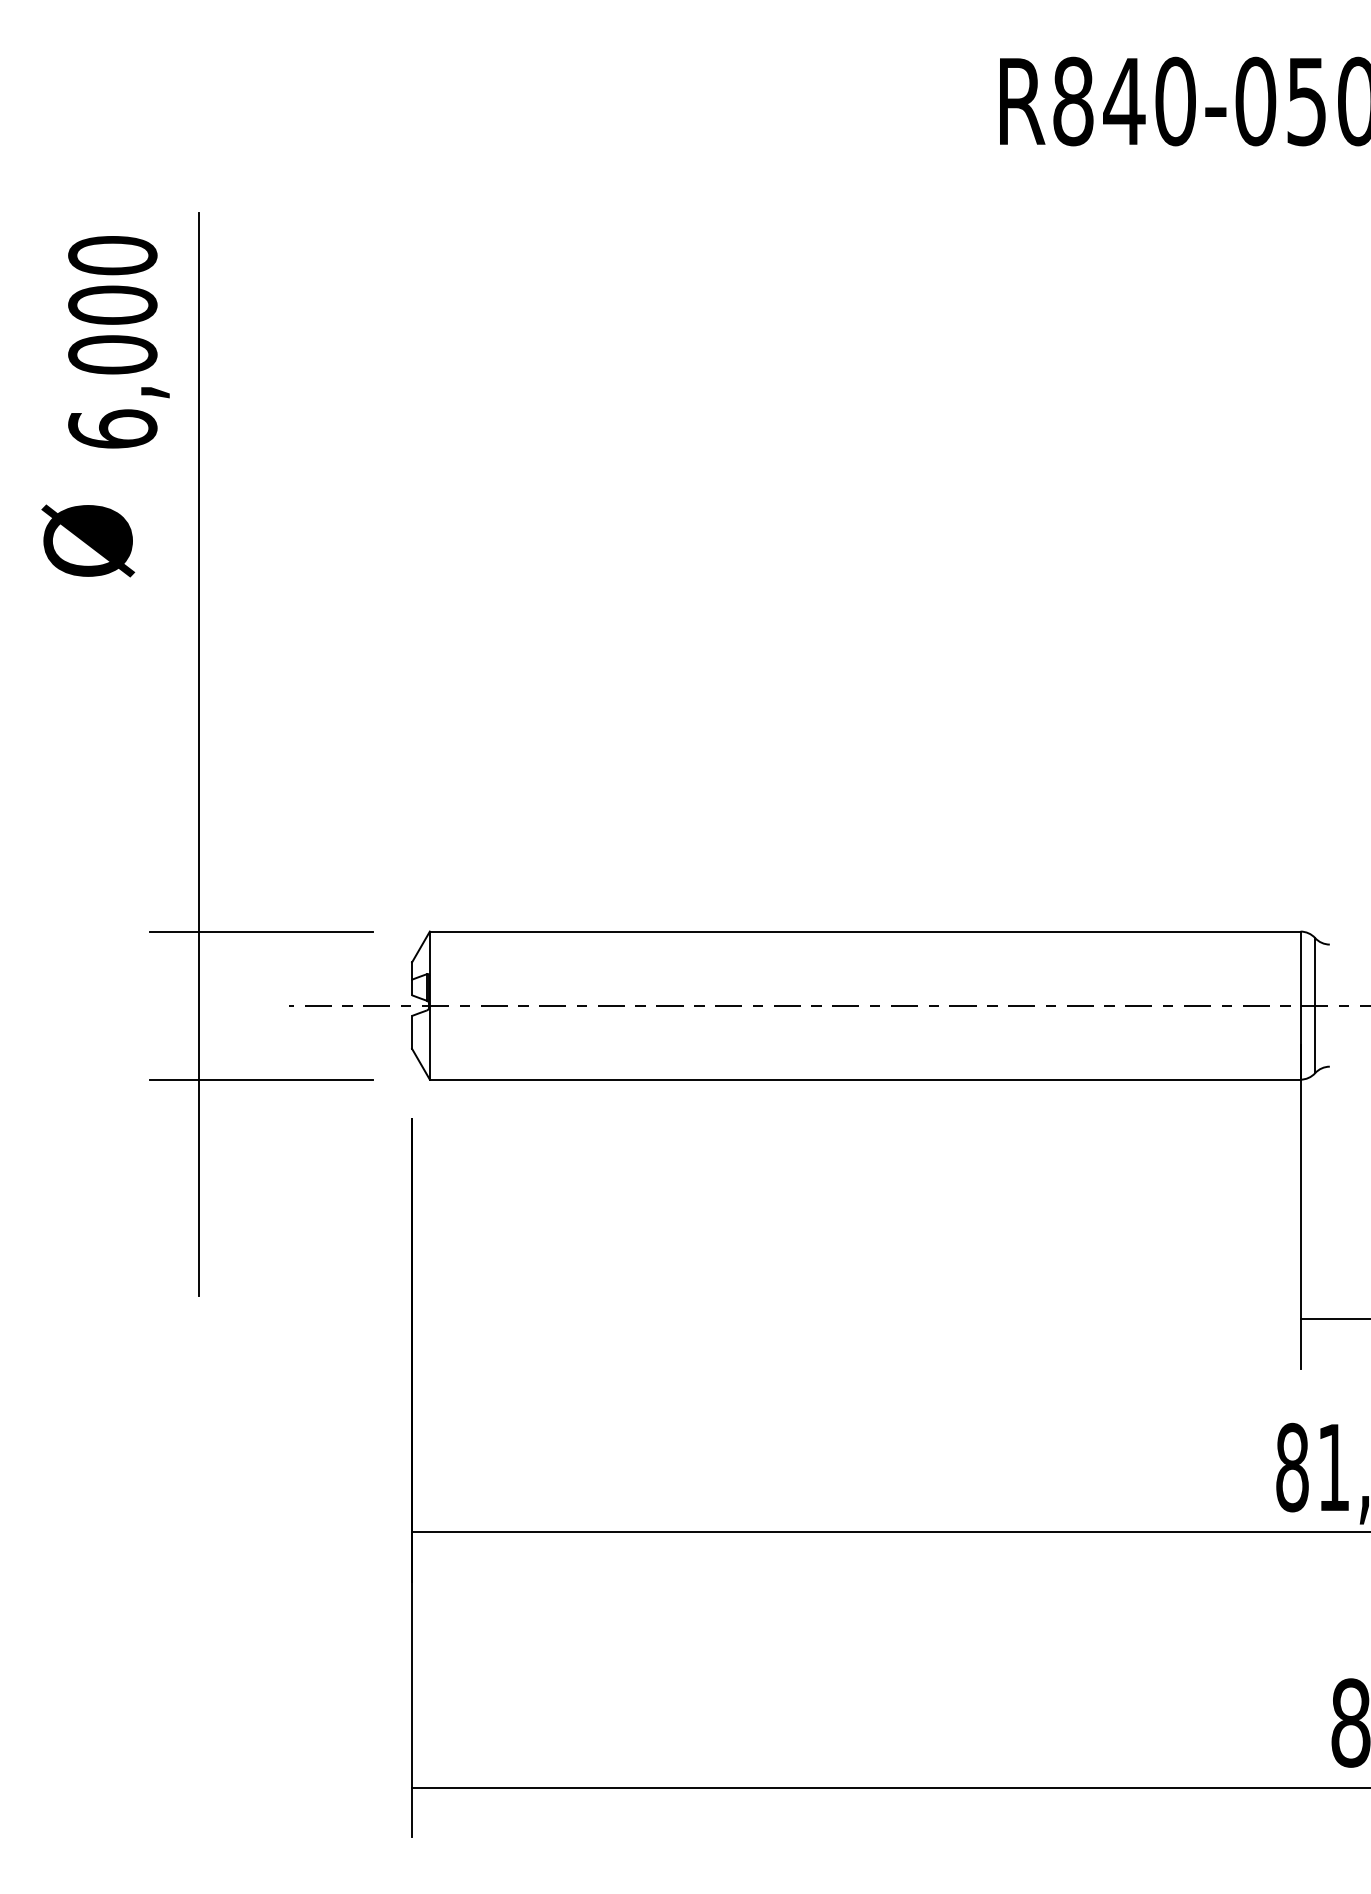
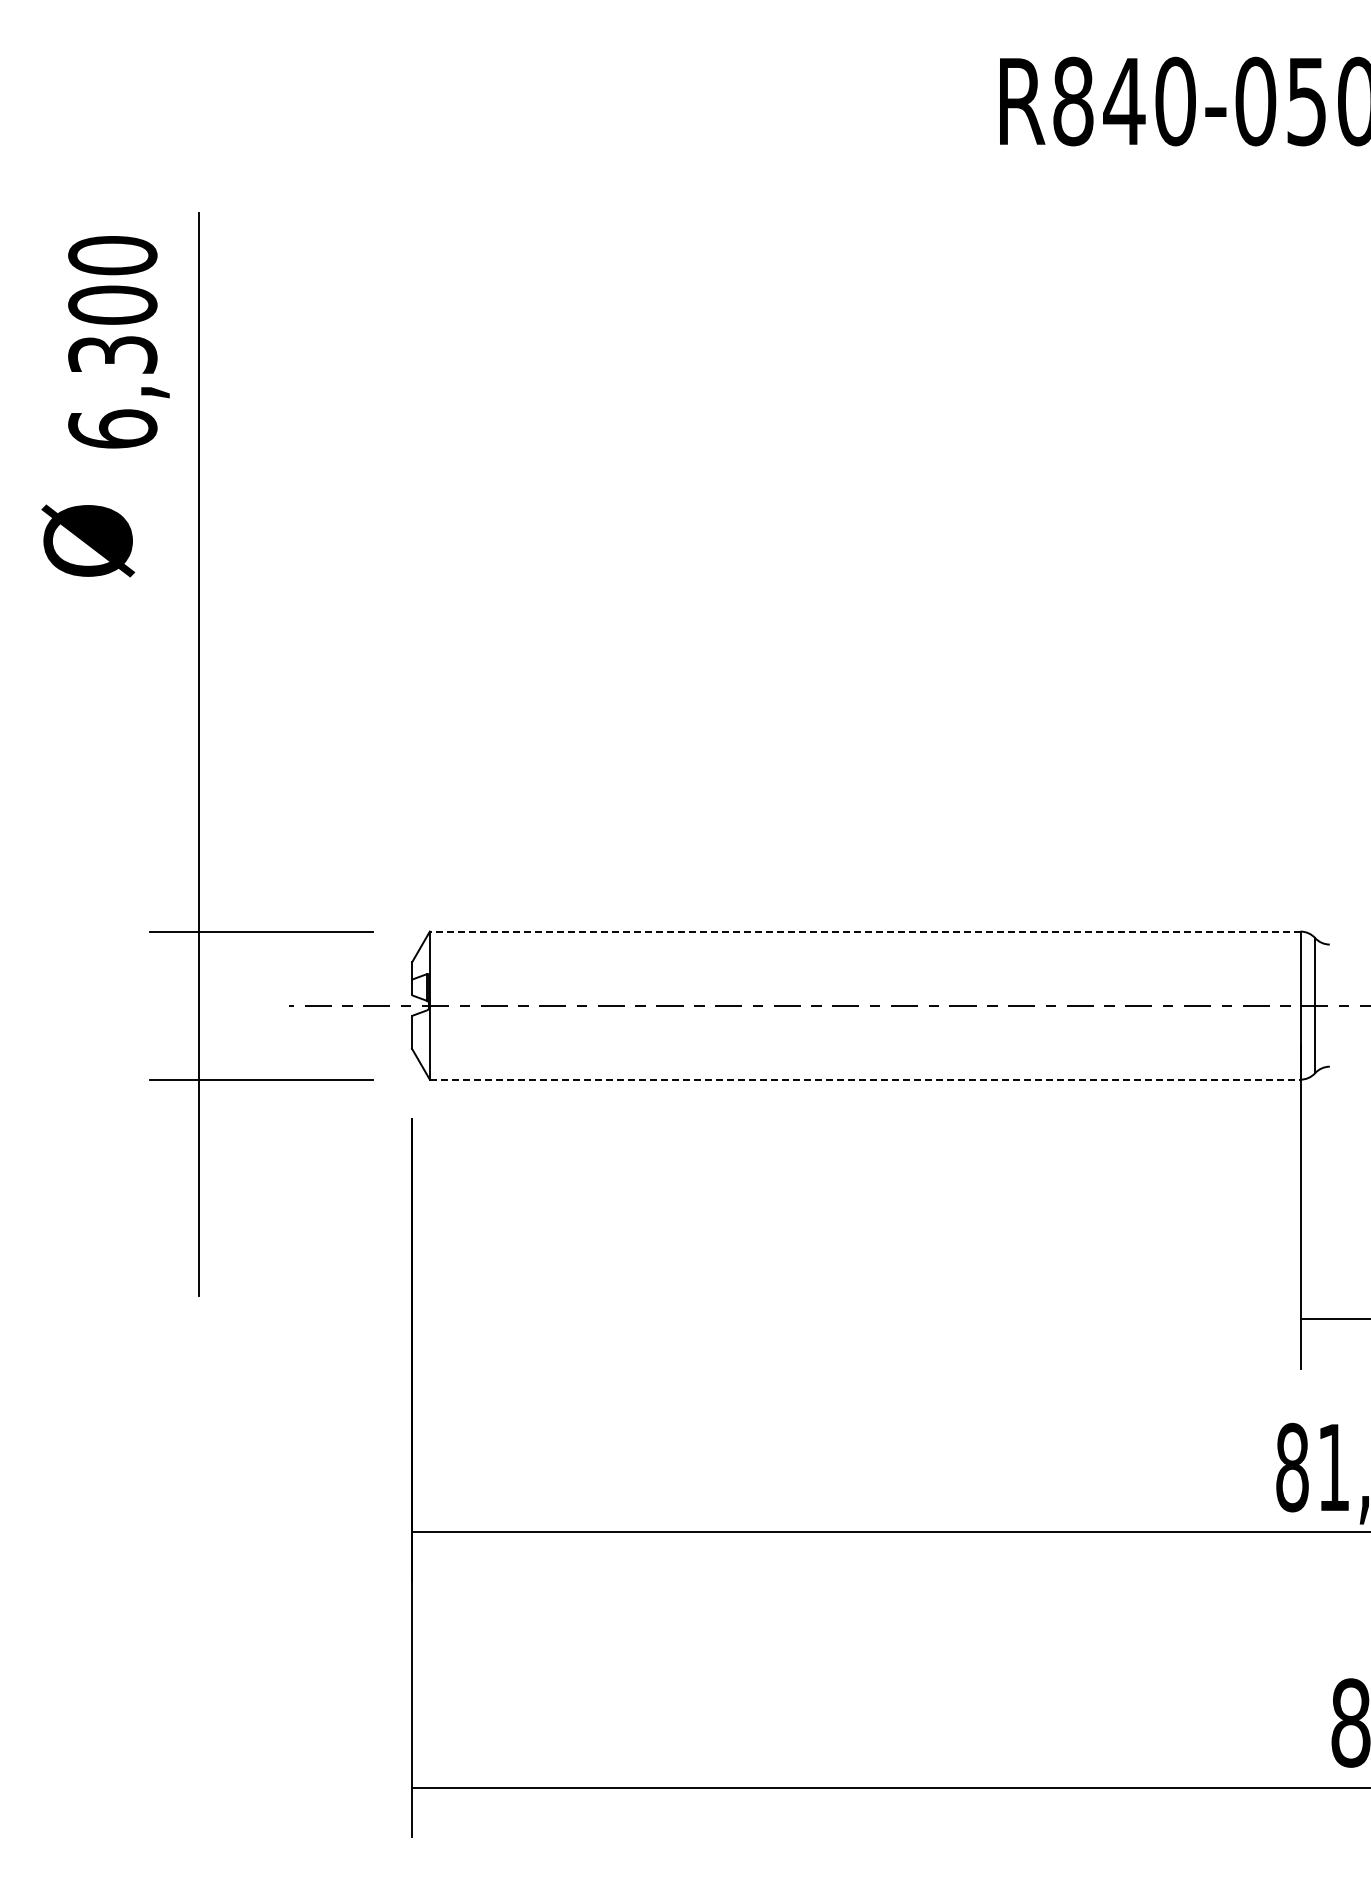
text at (112, 354): 6,000 -> 6,300
line at (864, 931): solid -> dashed
line at (865, 1079): solid -> dashed
